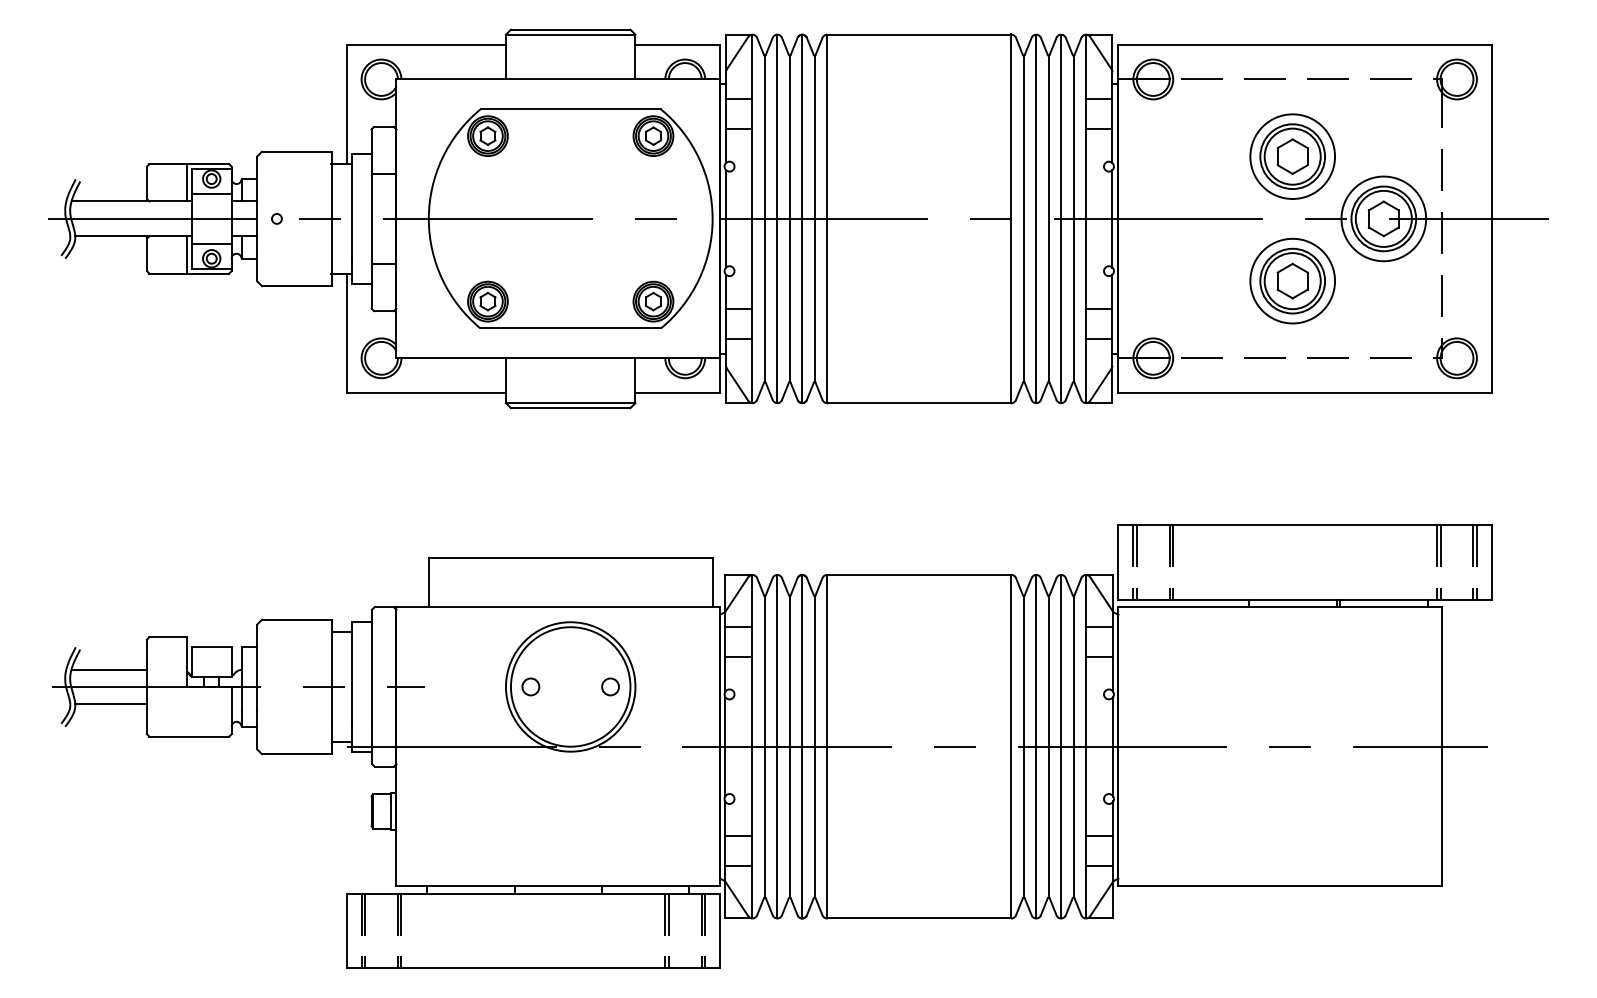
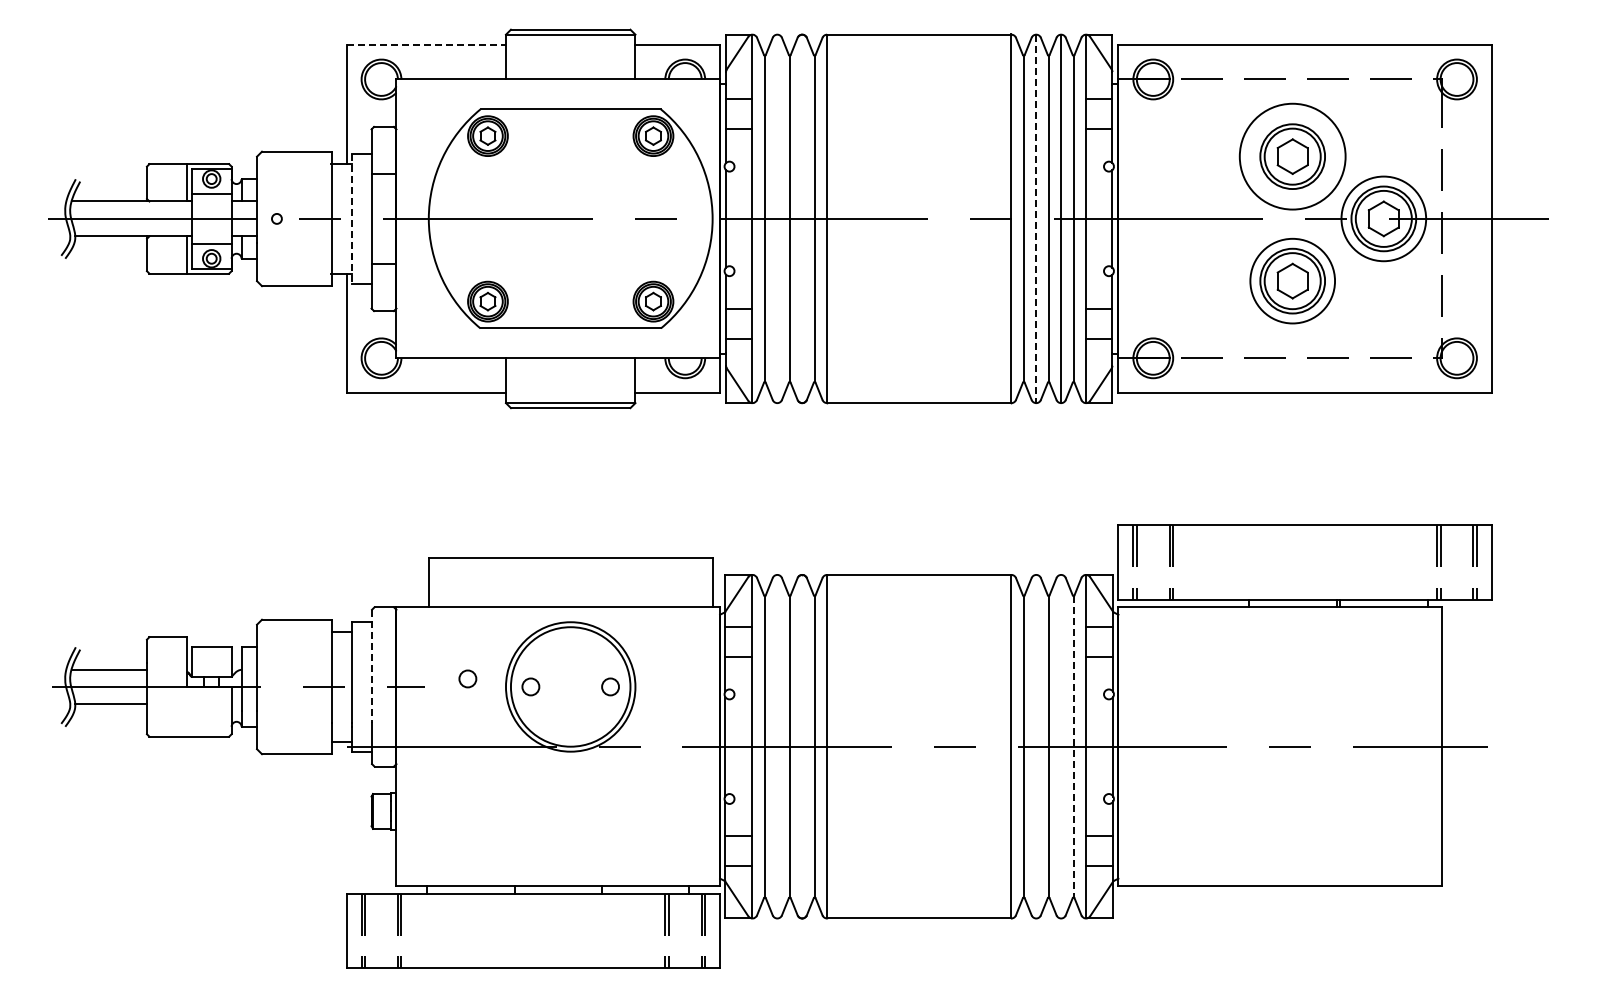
line at (426, 44): solid -> dashed
circle at (1292, 156) diameter: 85 px -> 106 px
line at (351, 218): solid -> dashed
line at (777, 218): present -> none
line at (802, 218): present -> none
line at (1036, 219): solid -> dashed
line at (372, 666): solid -> dashed
circle at (467, 678): none -> present
line at (777, 746): present -> none
line at (802, 746): present -> none
line at (1036, 746): present -> none
line at (1061, 746): present -> none
line at (1073, 746): solid -> dashed
